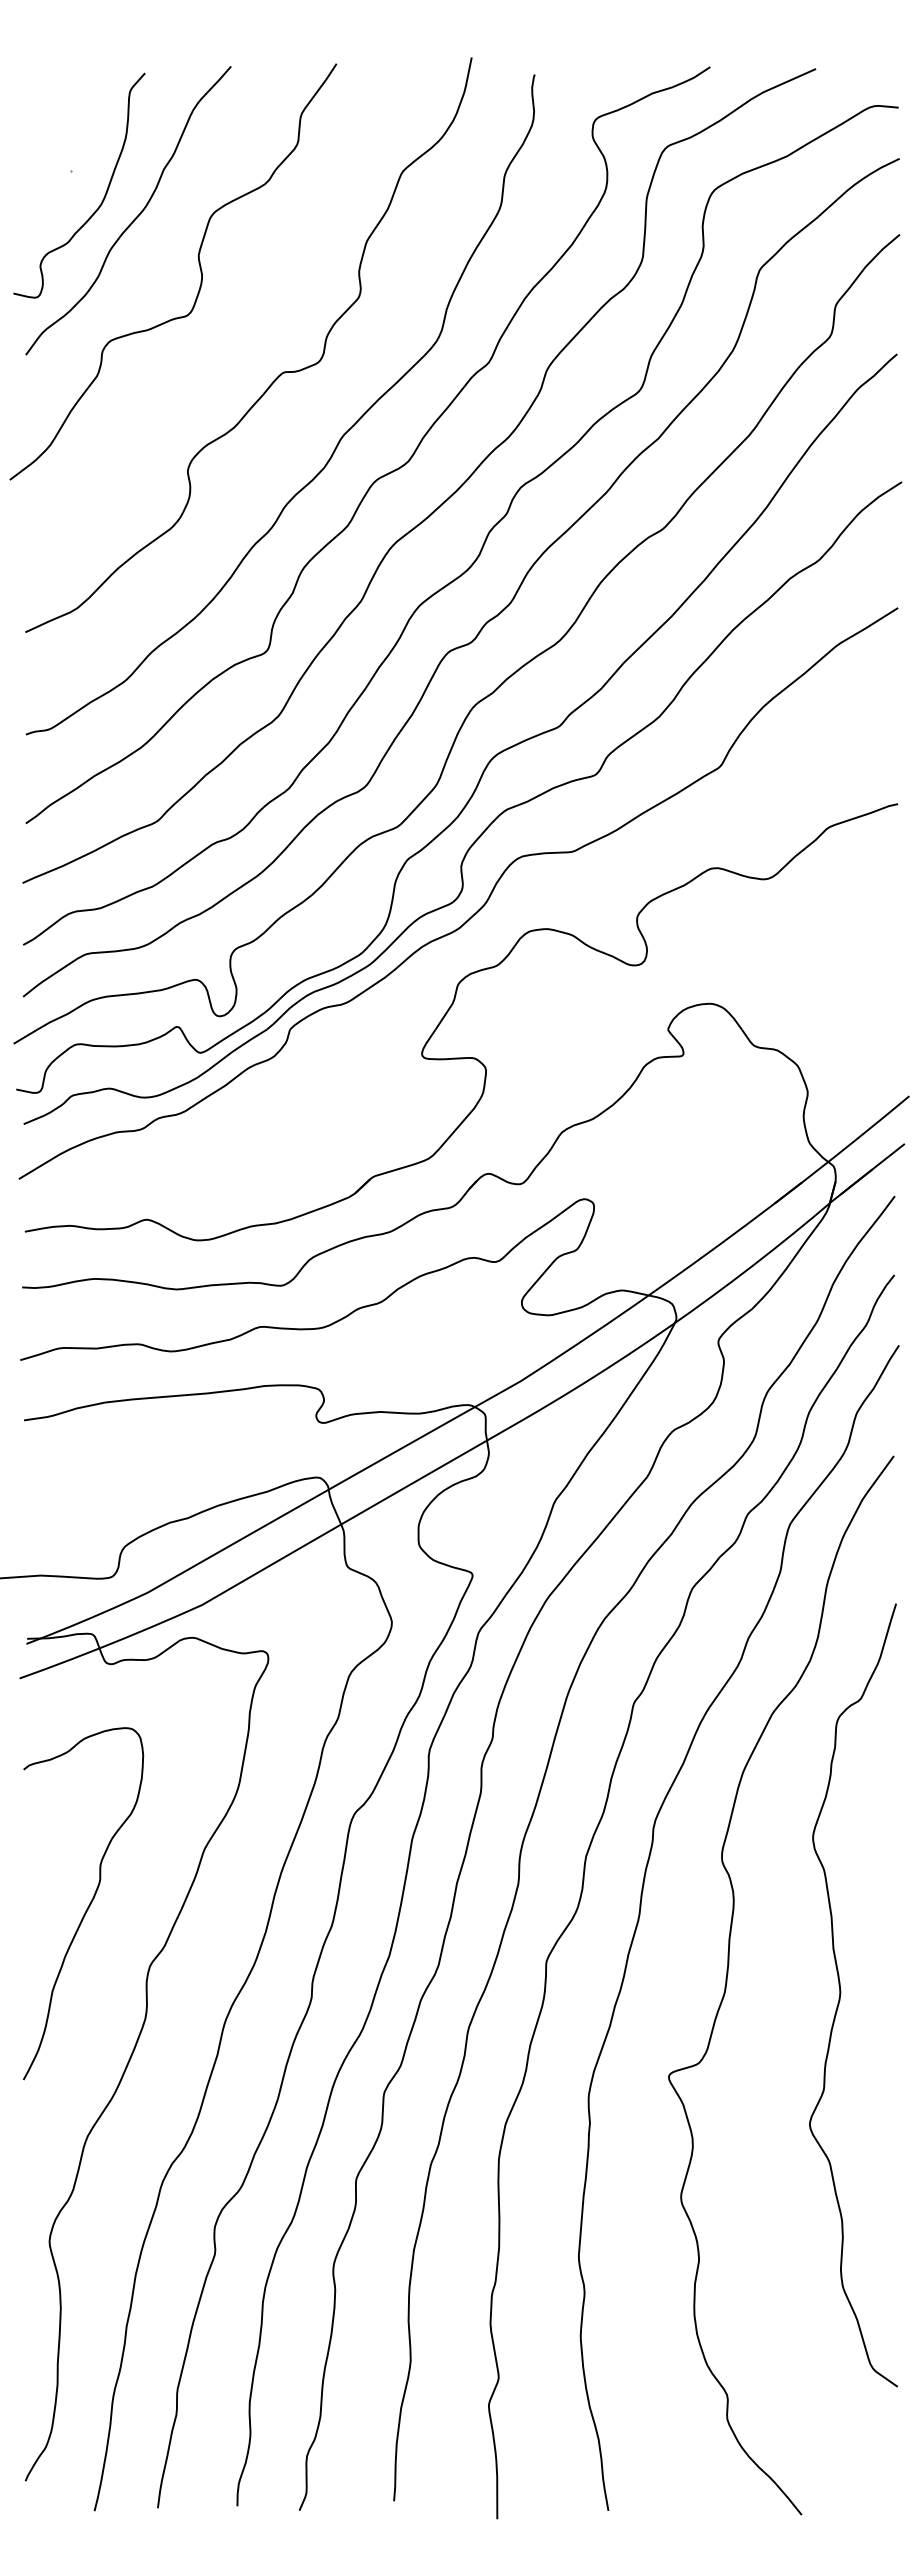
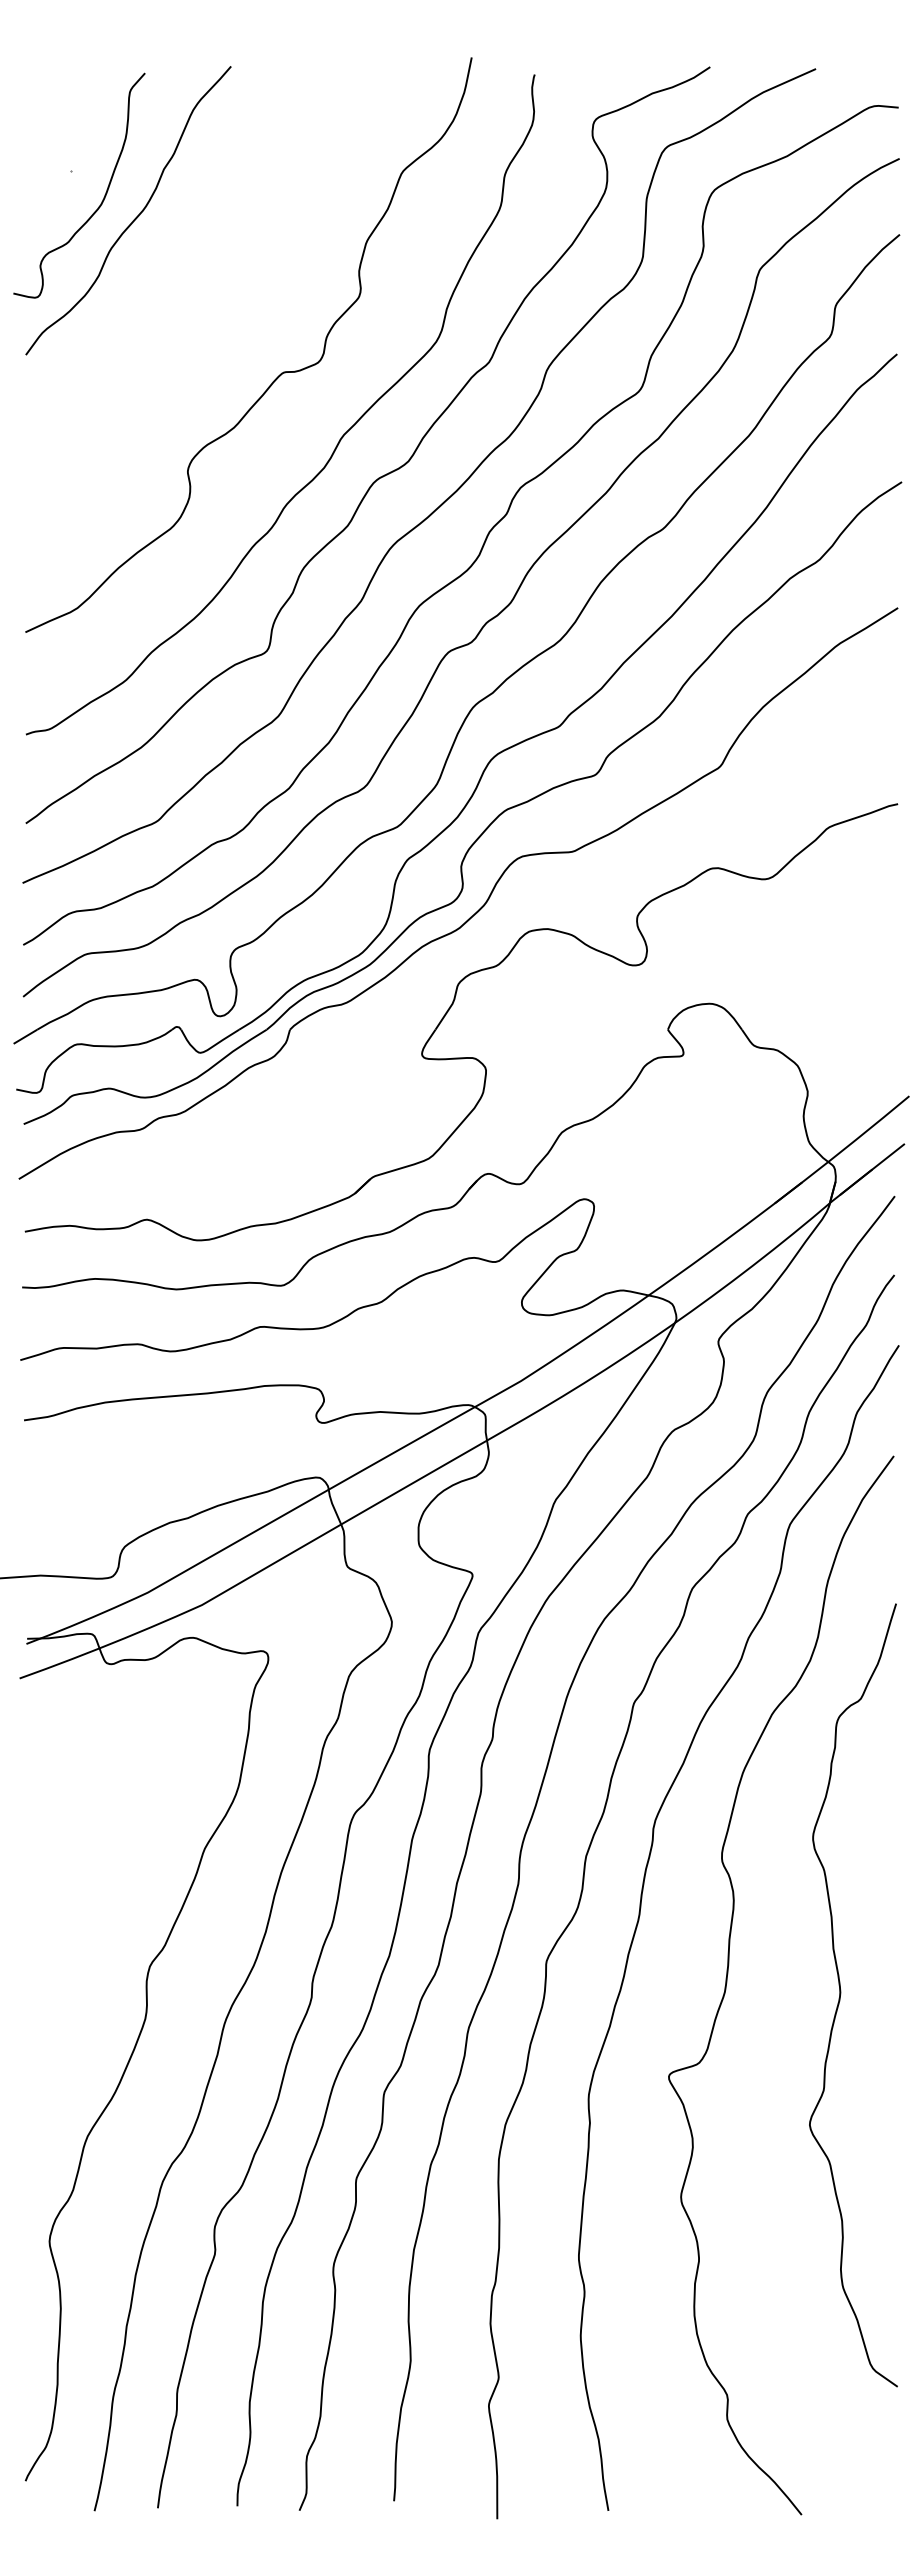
curve at (199, 268): present -> none
curve at (88, 1905): present -> none
